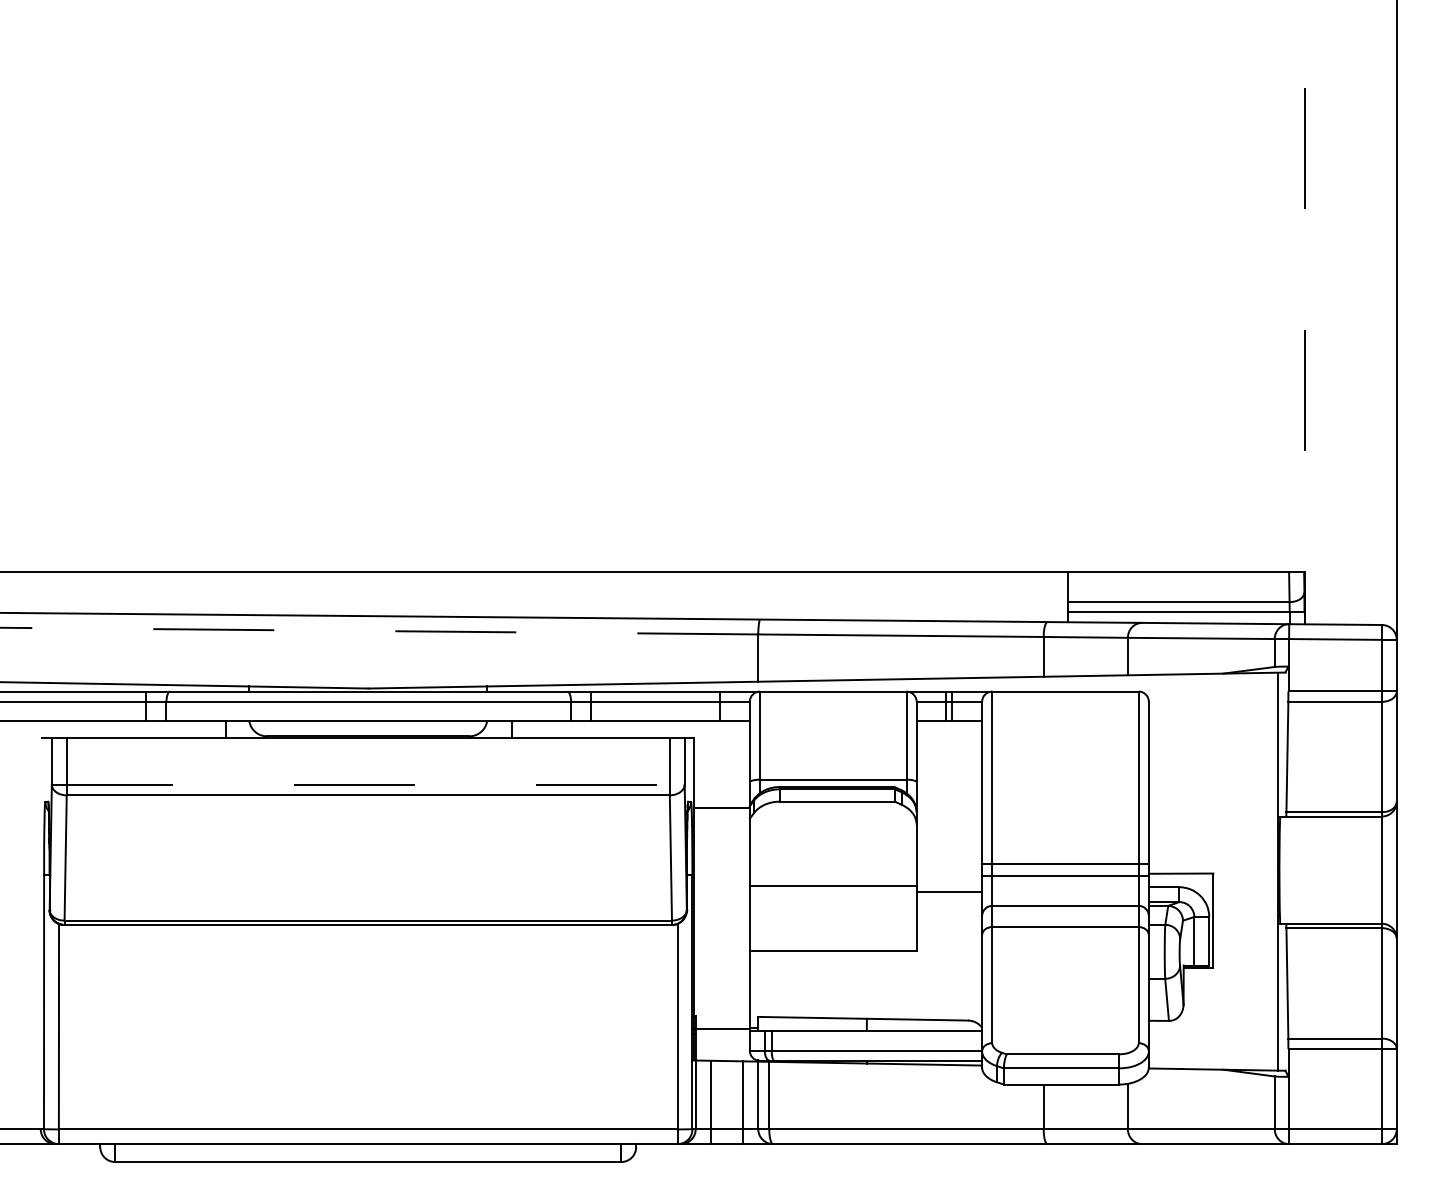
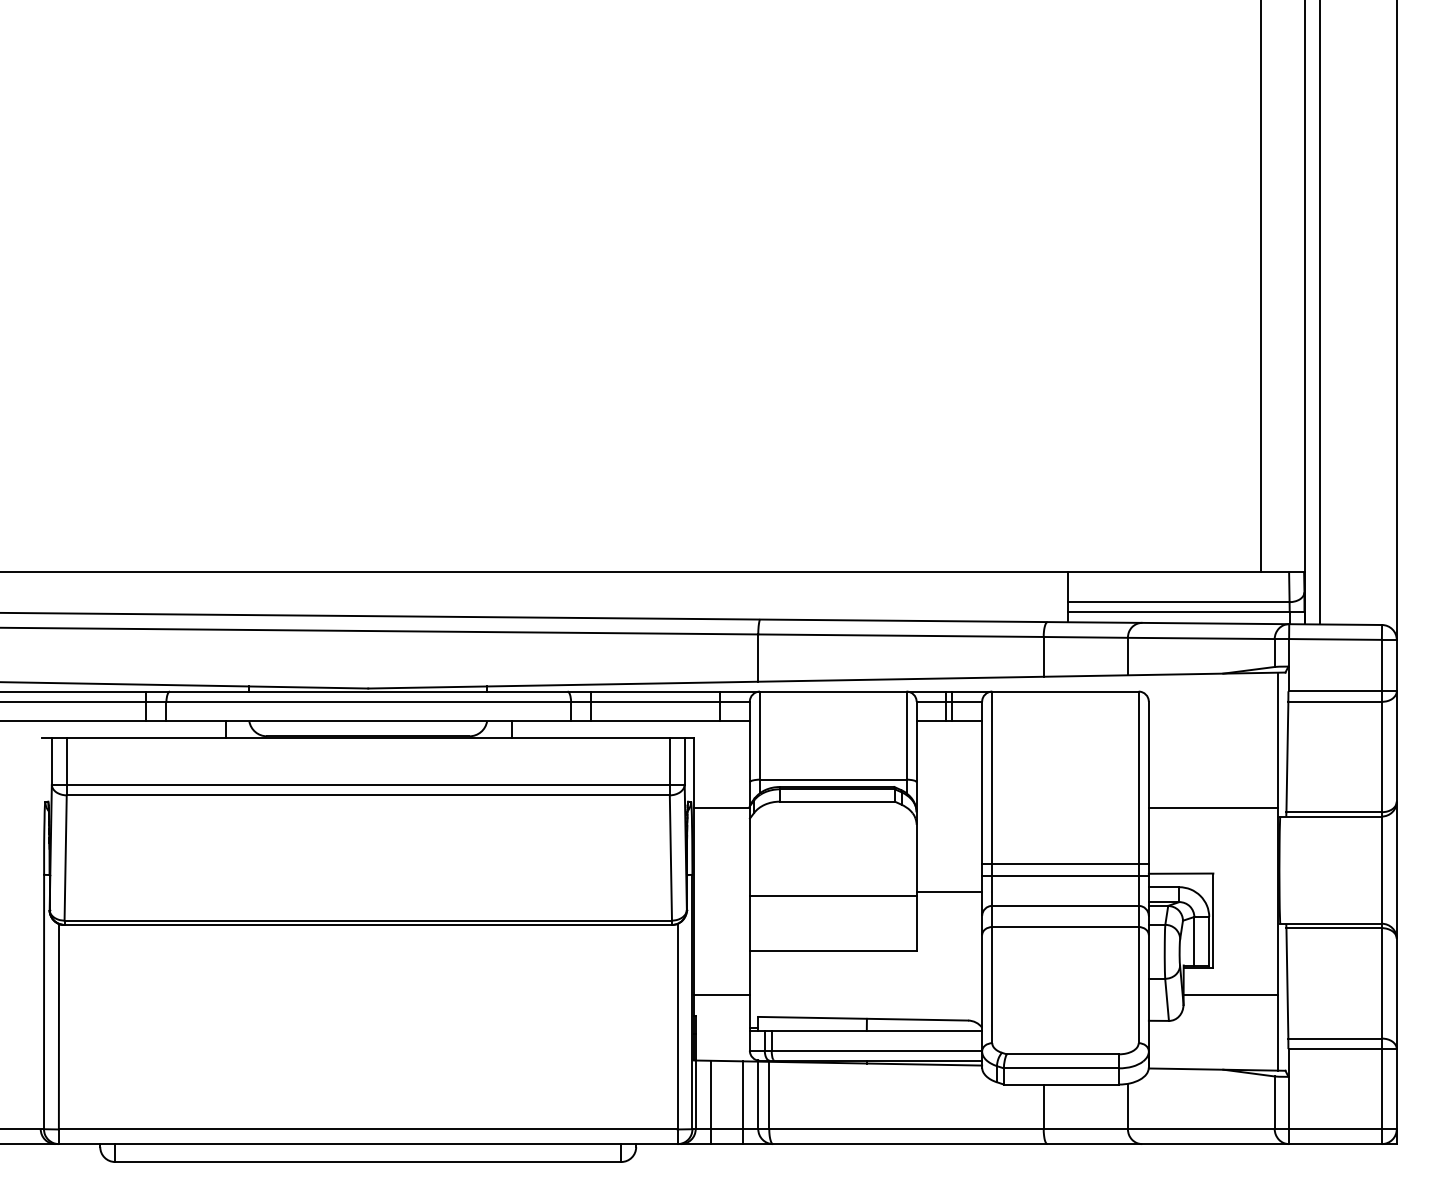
line at (1260, 287): none -> present
line at (1305, 287): dashed -> solid
line at (1320, 313): none -> present
line at (379, 631): dashed -> solid
line at (368, 784): dashed -> solid
line at (1212, 807): none -> present
line at (832, 886) position: (832, 886) -> (832, 896)
line at (1230, 995): none -> present
line at (721, 1029) position: (721, 1029) -> (721, 995)
